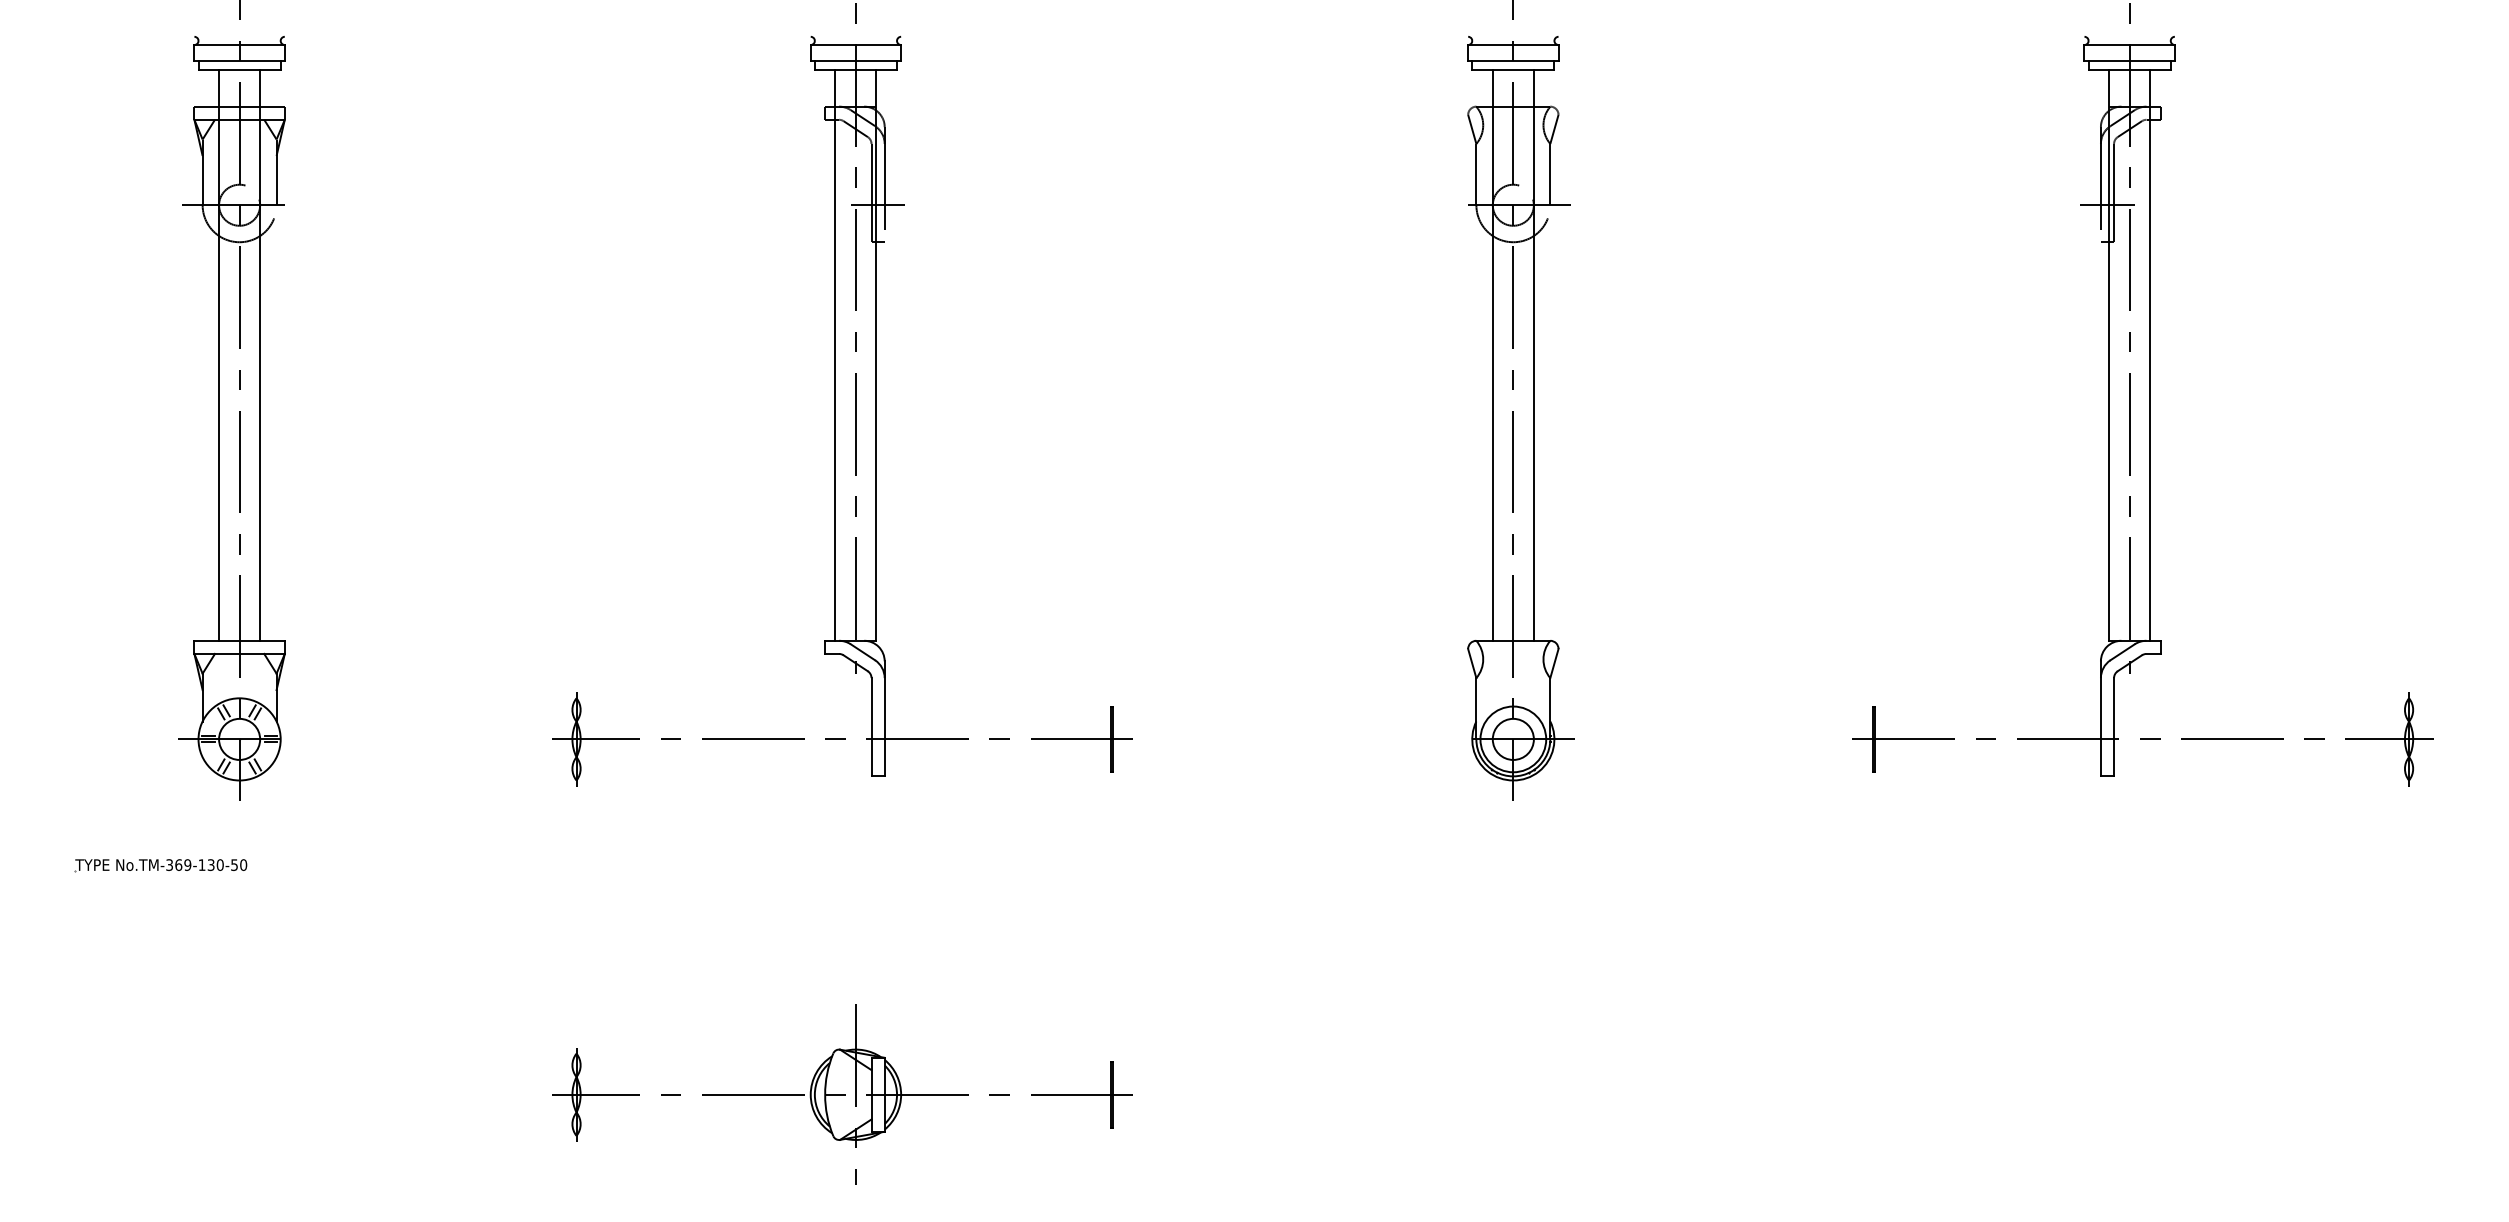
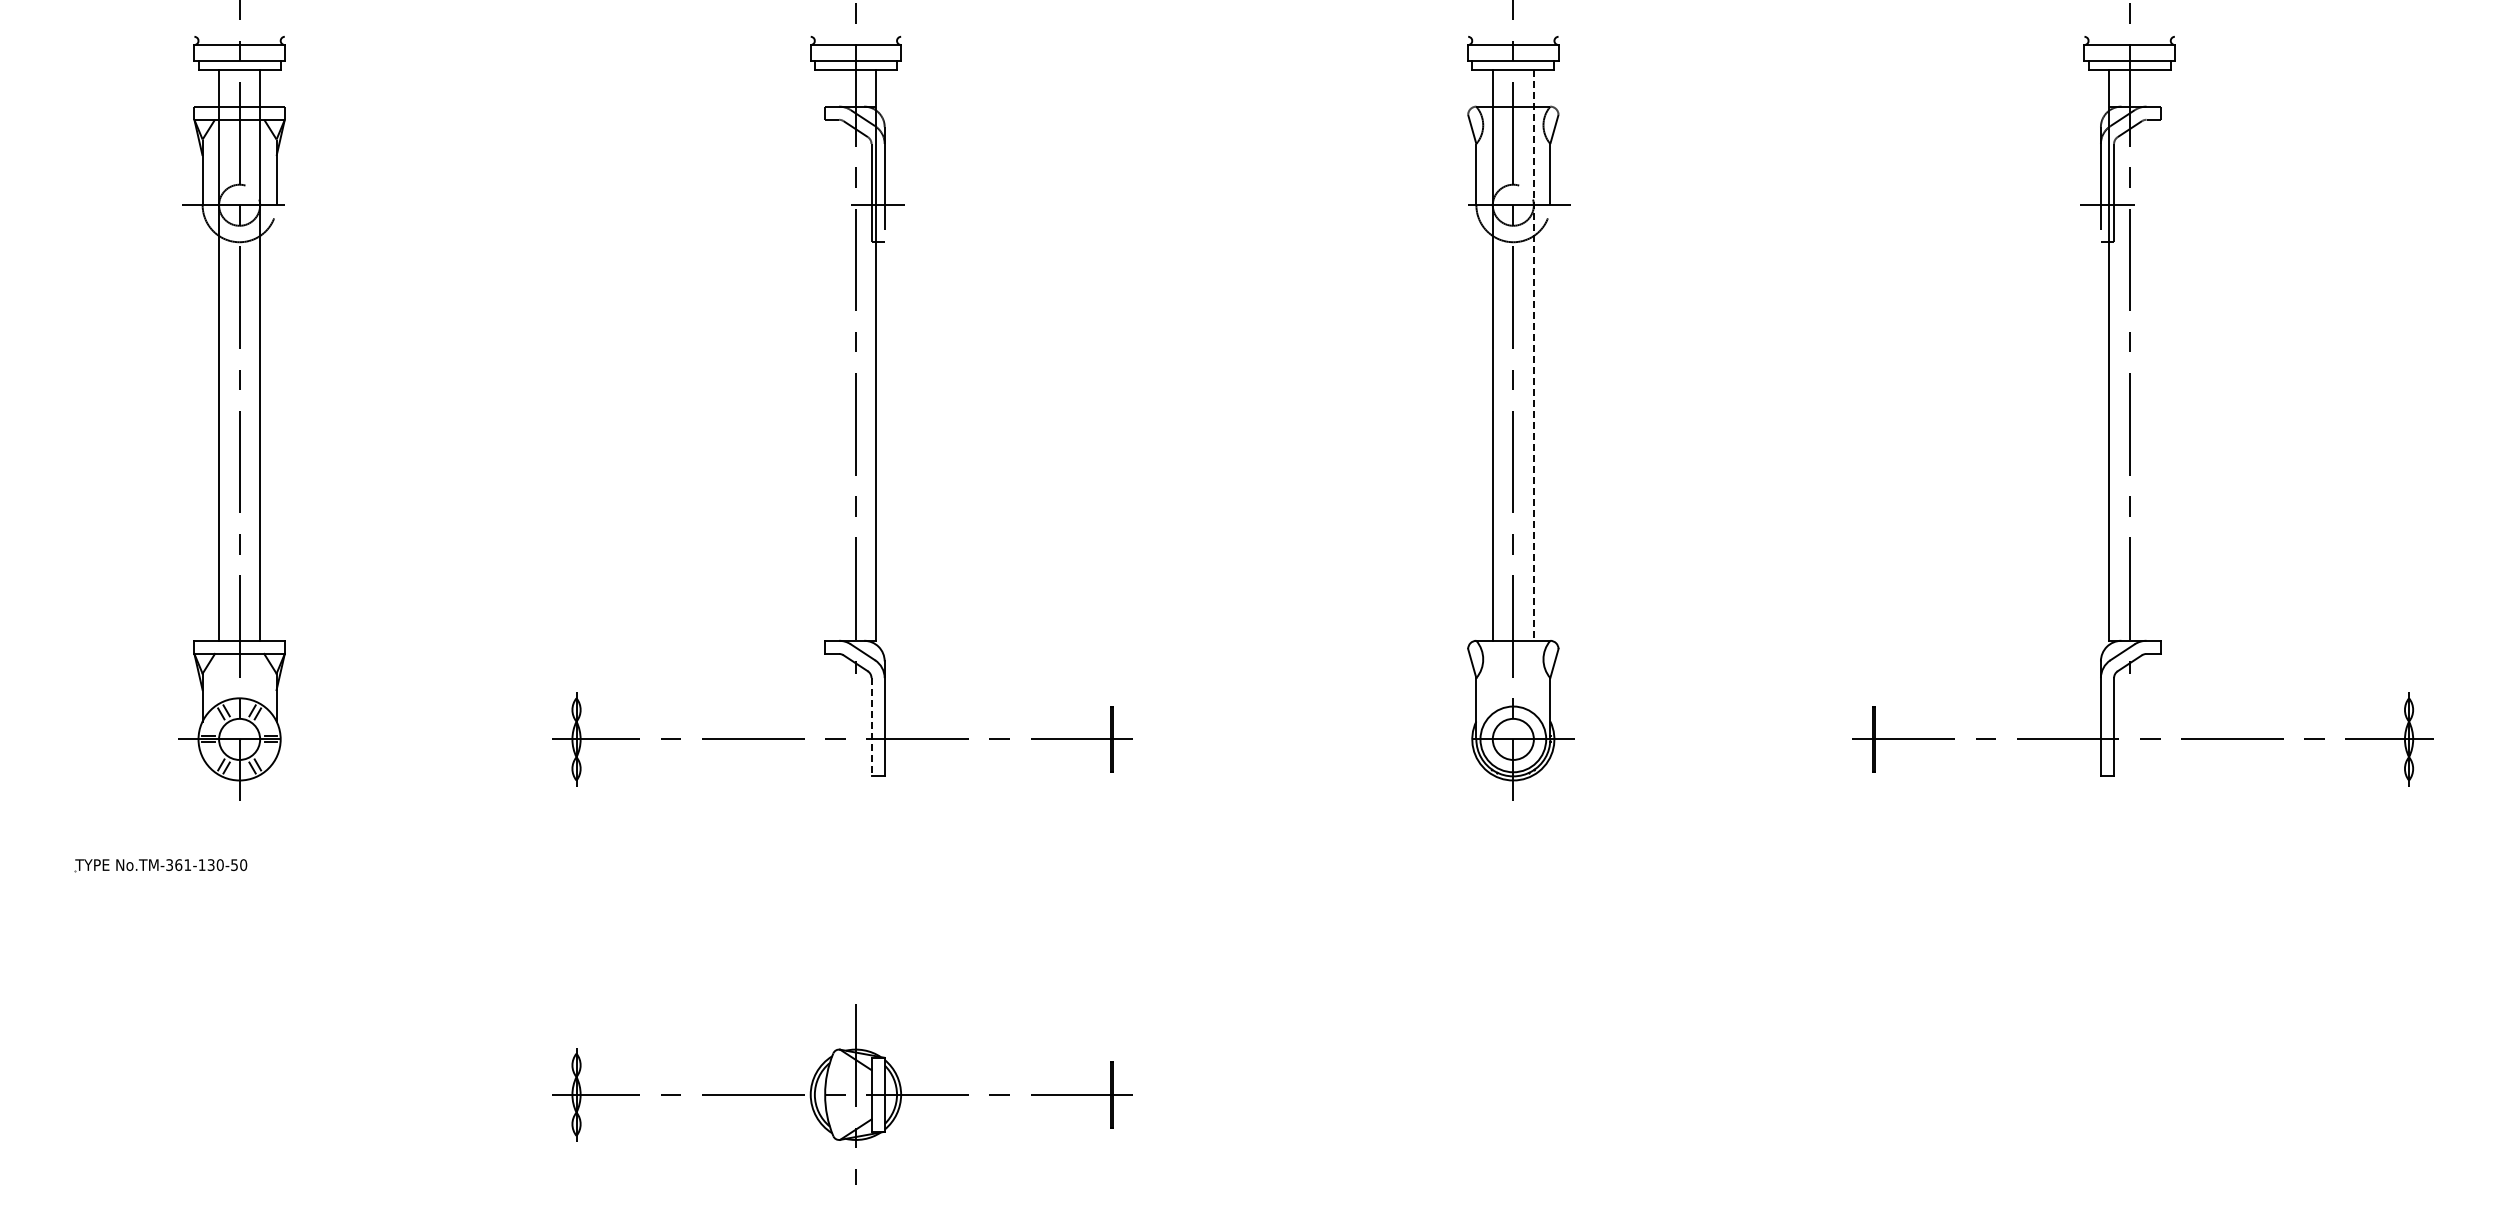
line at (835, 354): present -> none
line at (2150, 354): present -> none
line at (1533, 355): solid -> dashed
line at (871, 727): solid -> dashed
text at (187, 864): No.TM-369-130-50 -> No.TM-361-130-50
